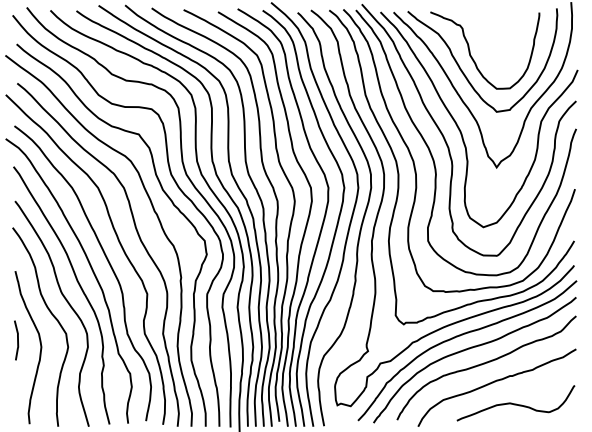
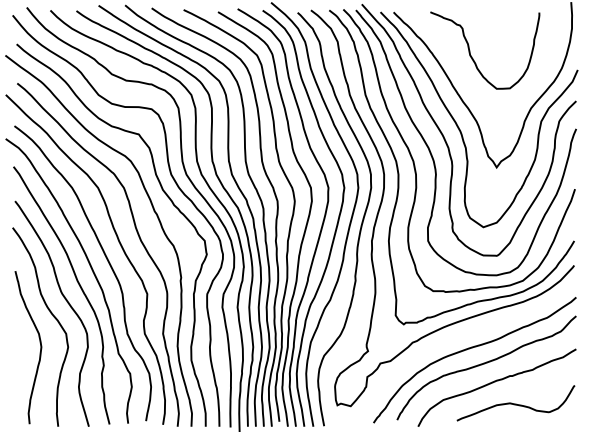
curve at (463, 71): present -> none
curve at (460, 336): present -> none
curve at (17, 340): present -> none
